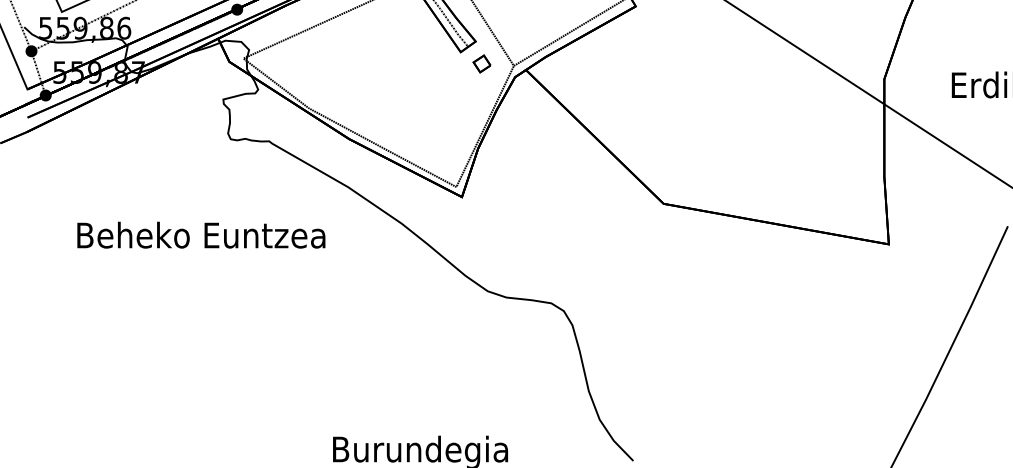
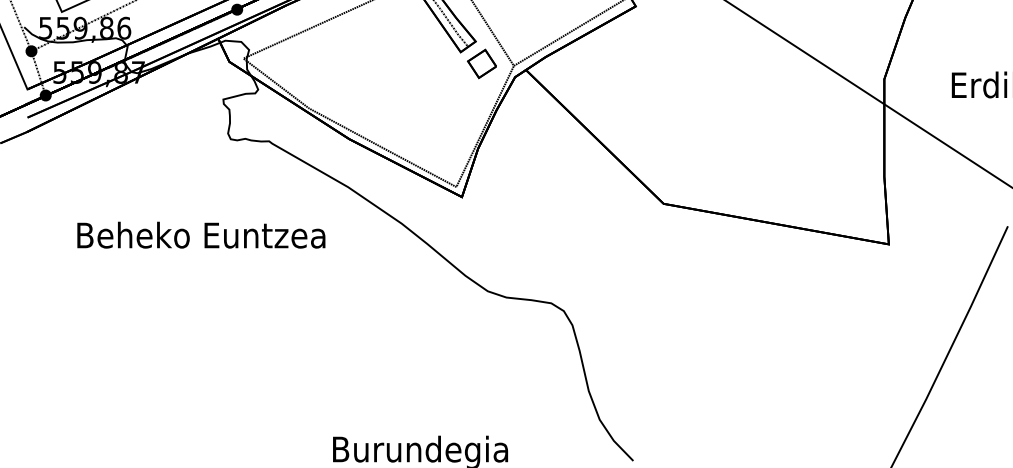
part at (481, 63) size: 20x20 px -> 30x32 px
